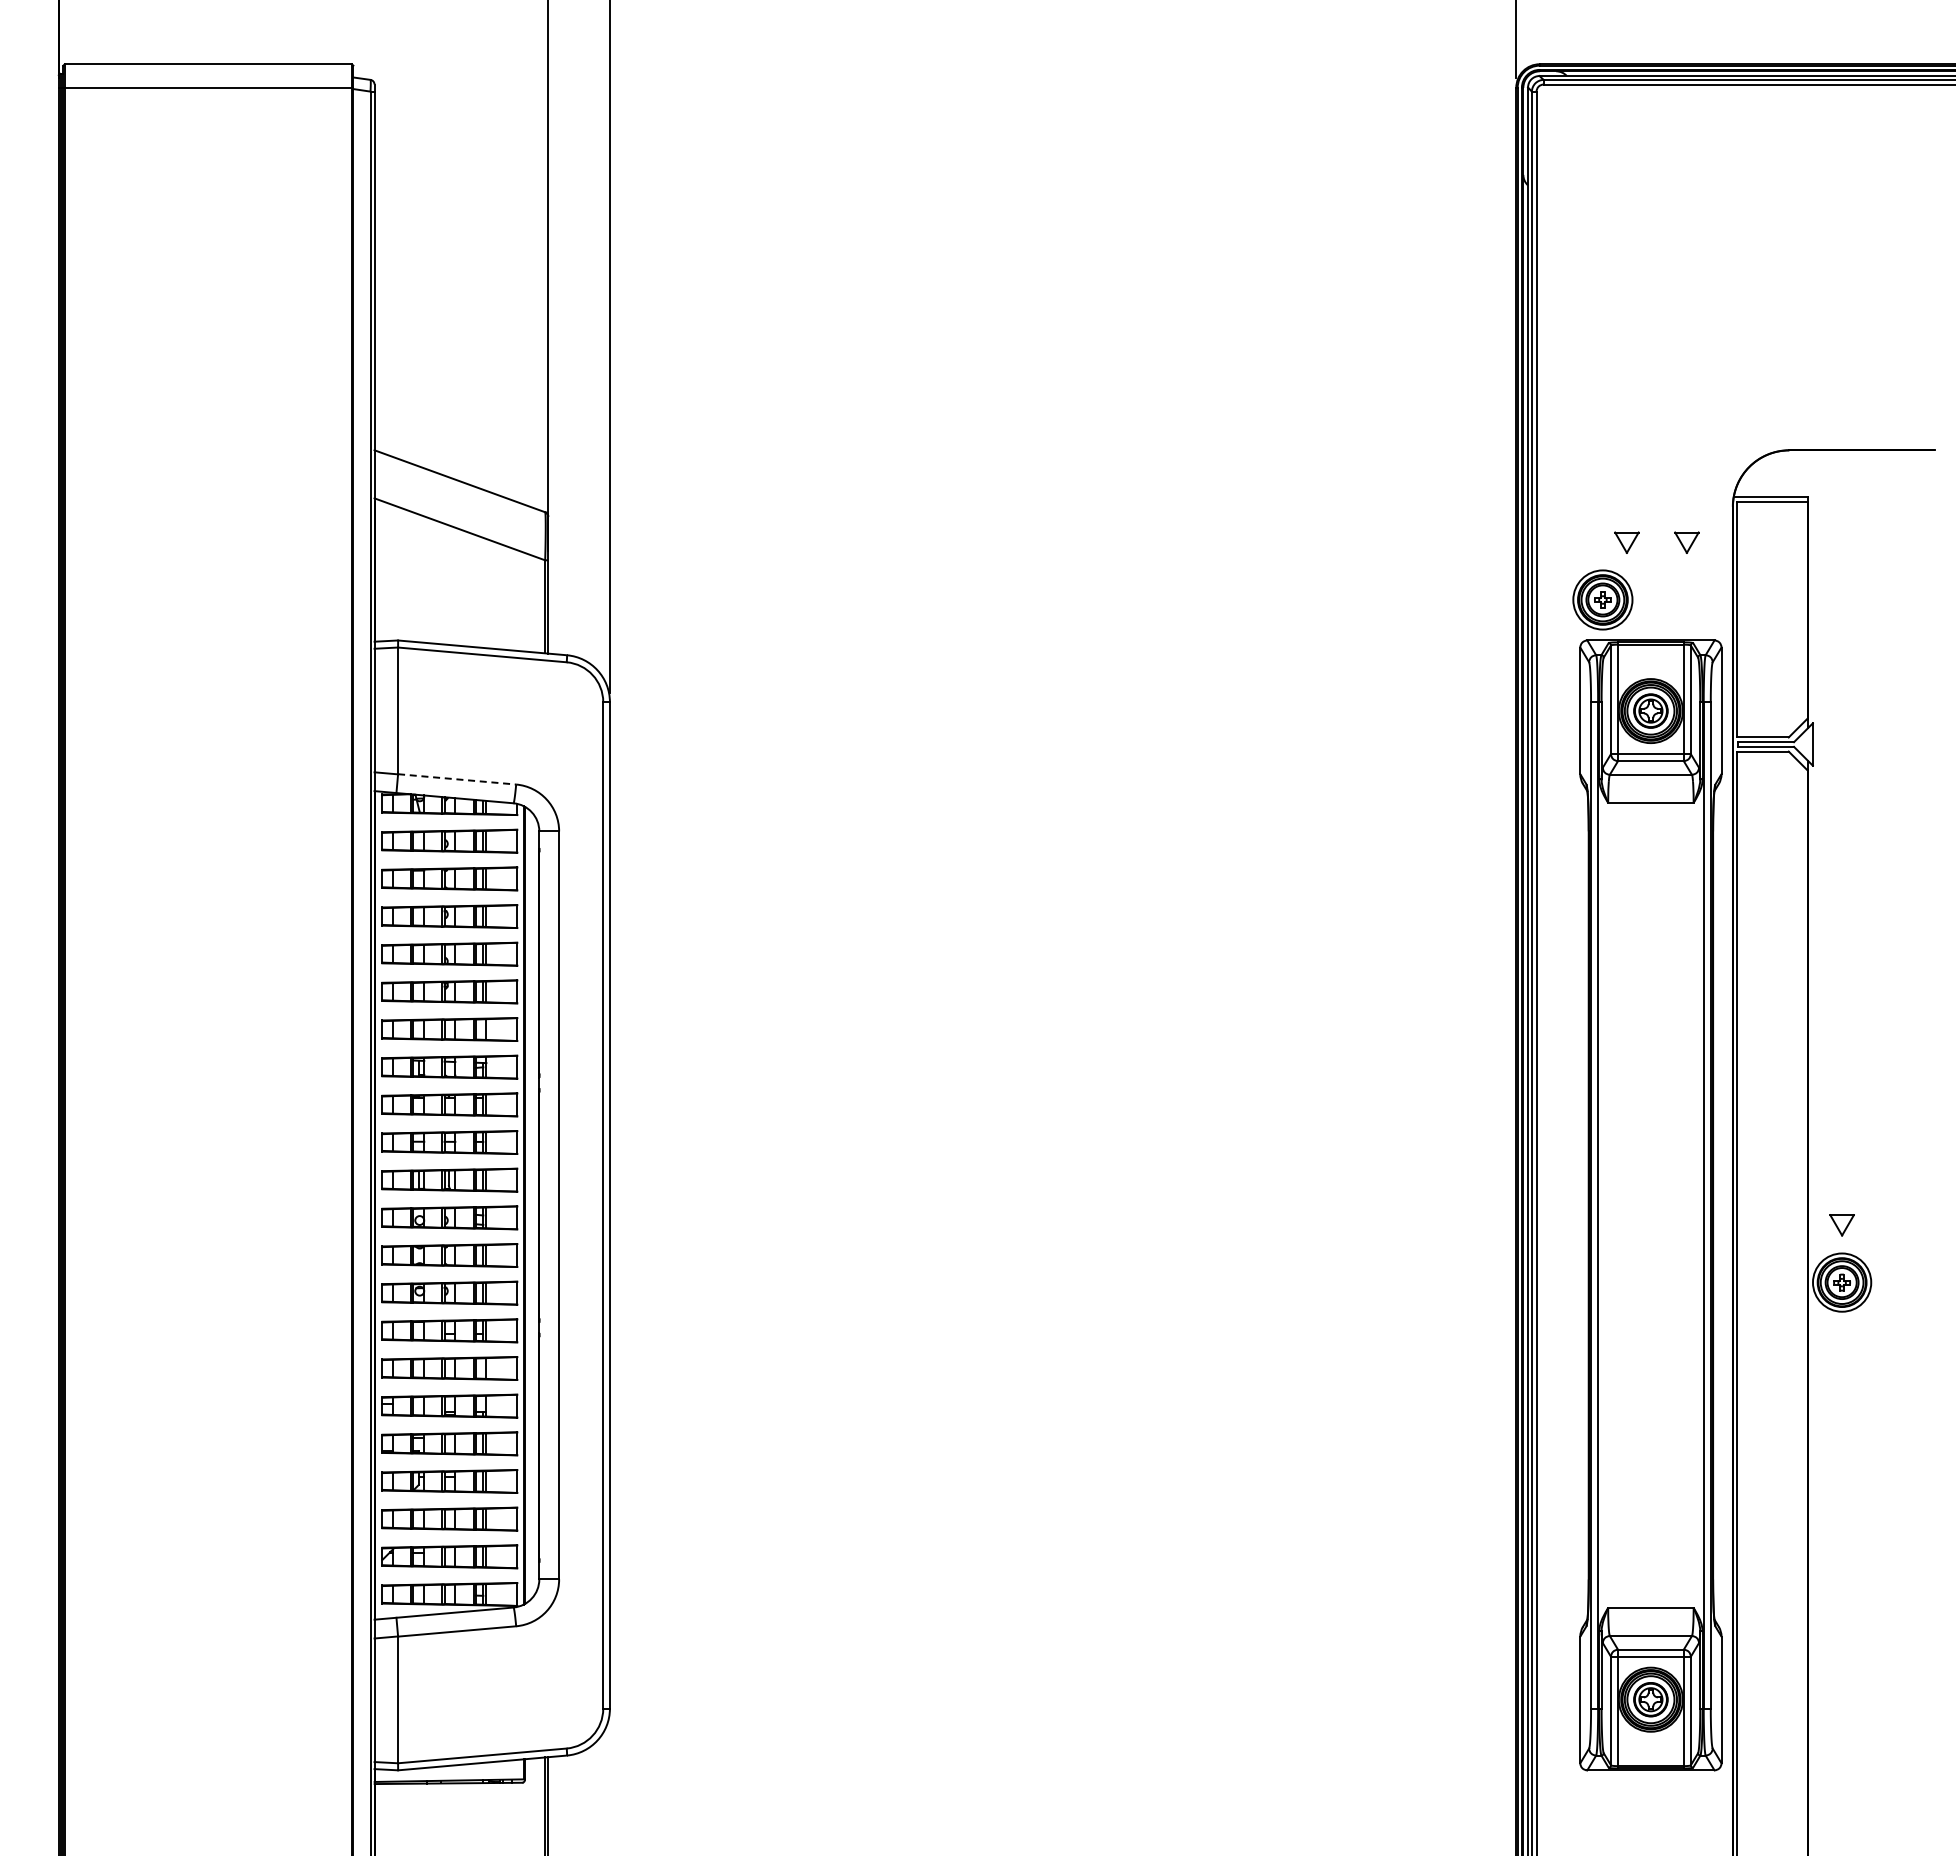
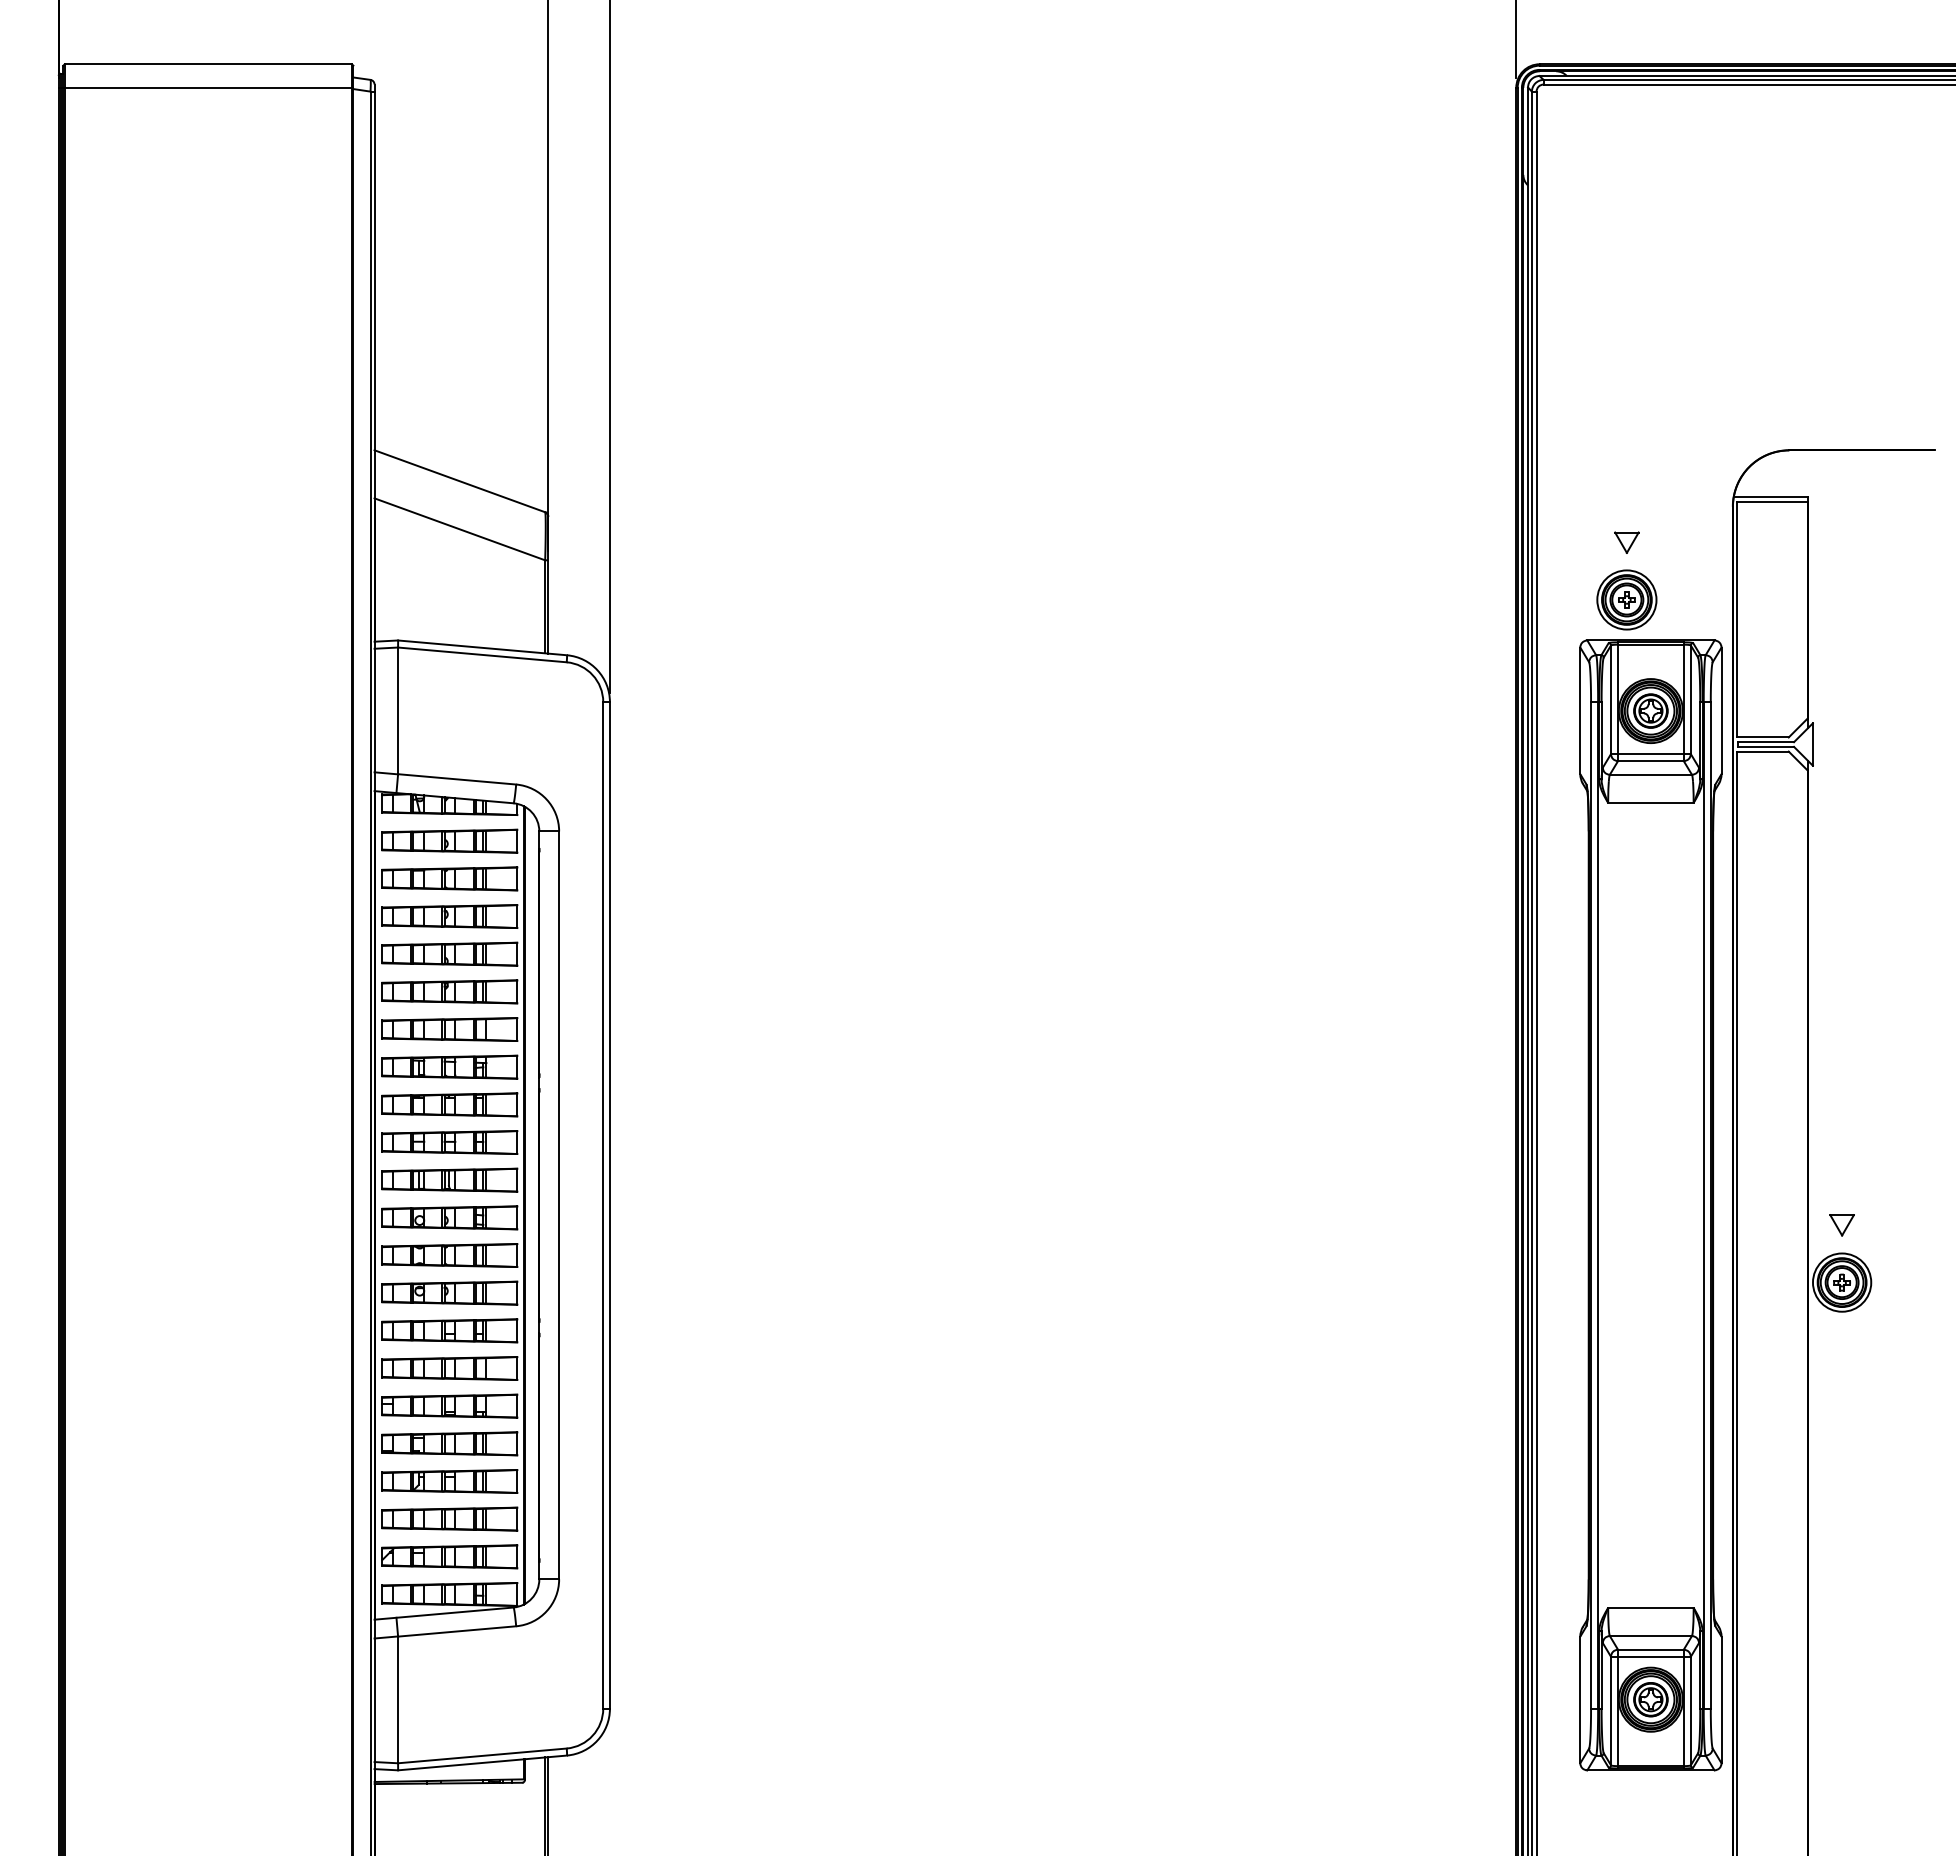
part at (1686, 542): present -> none
part at (1602, 599) position: (1602, 599) -> (1626, 599)
line at (457, 779): dashed -> solid
